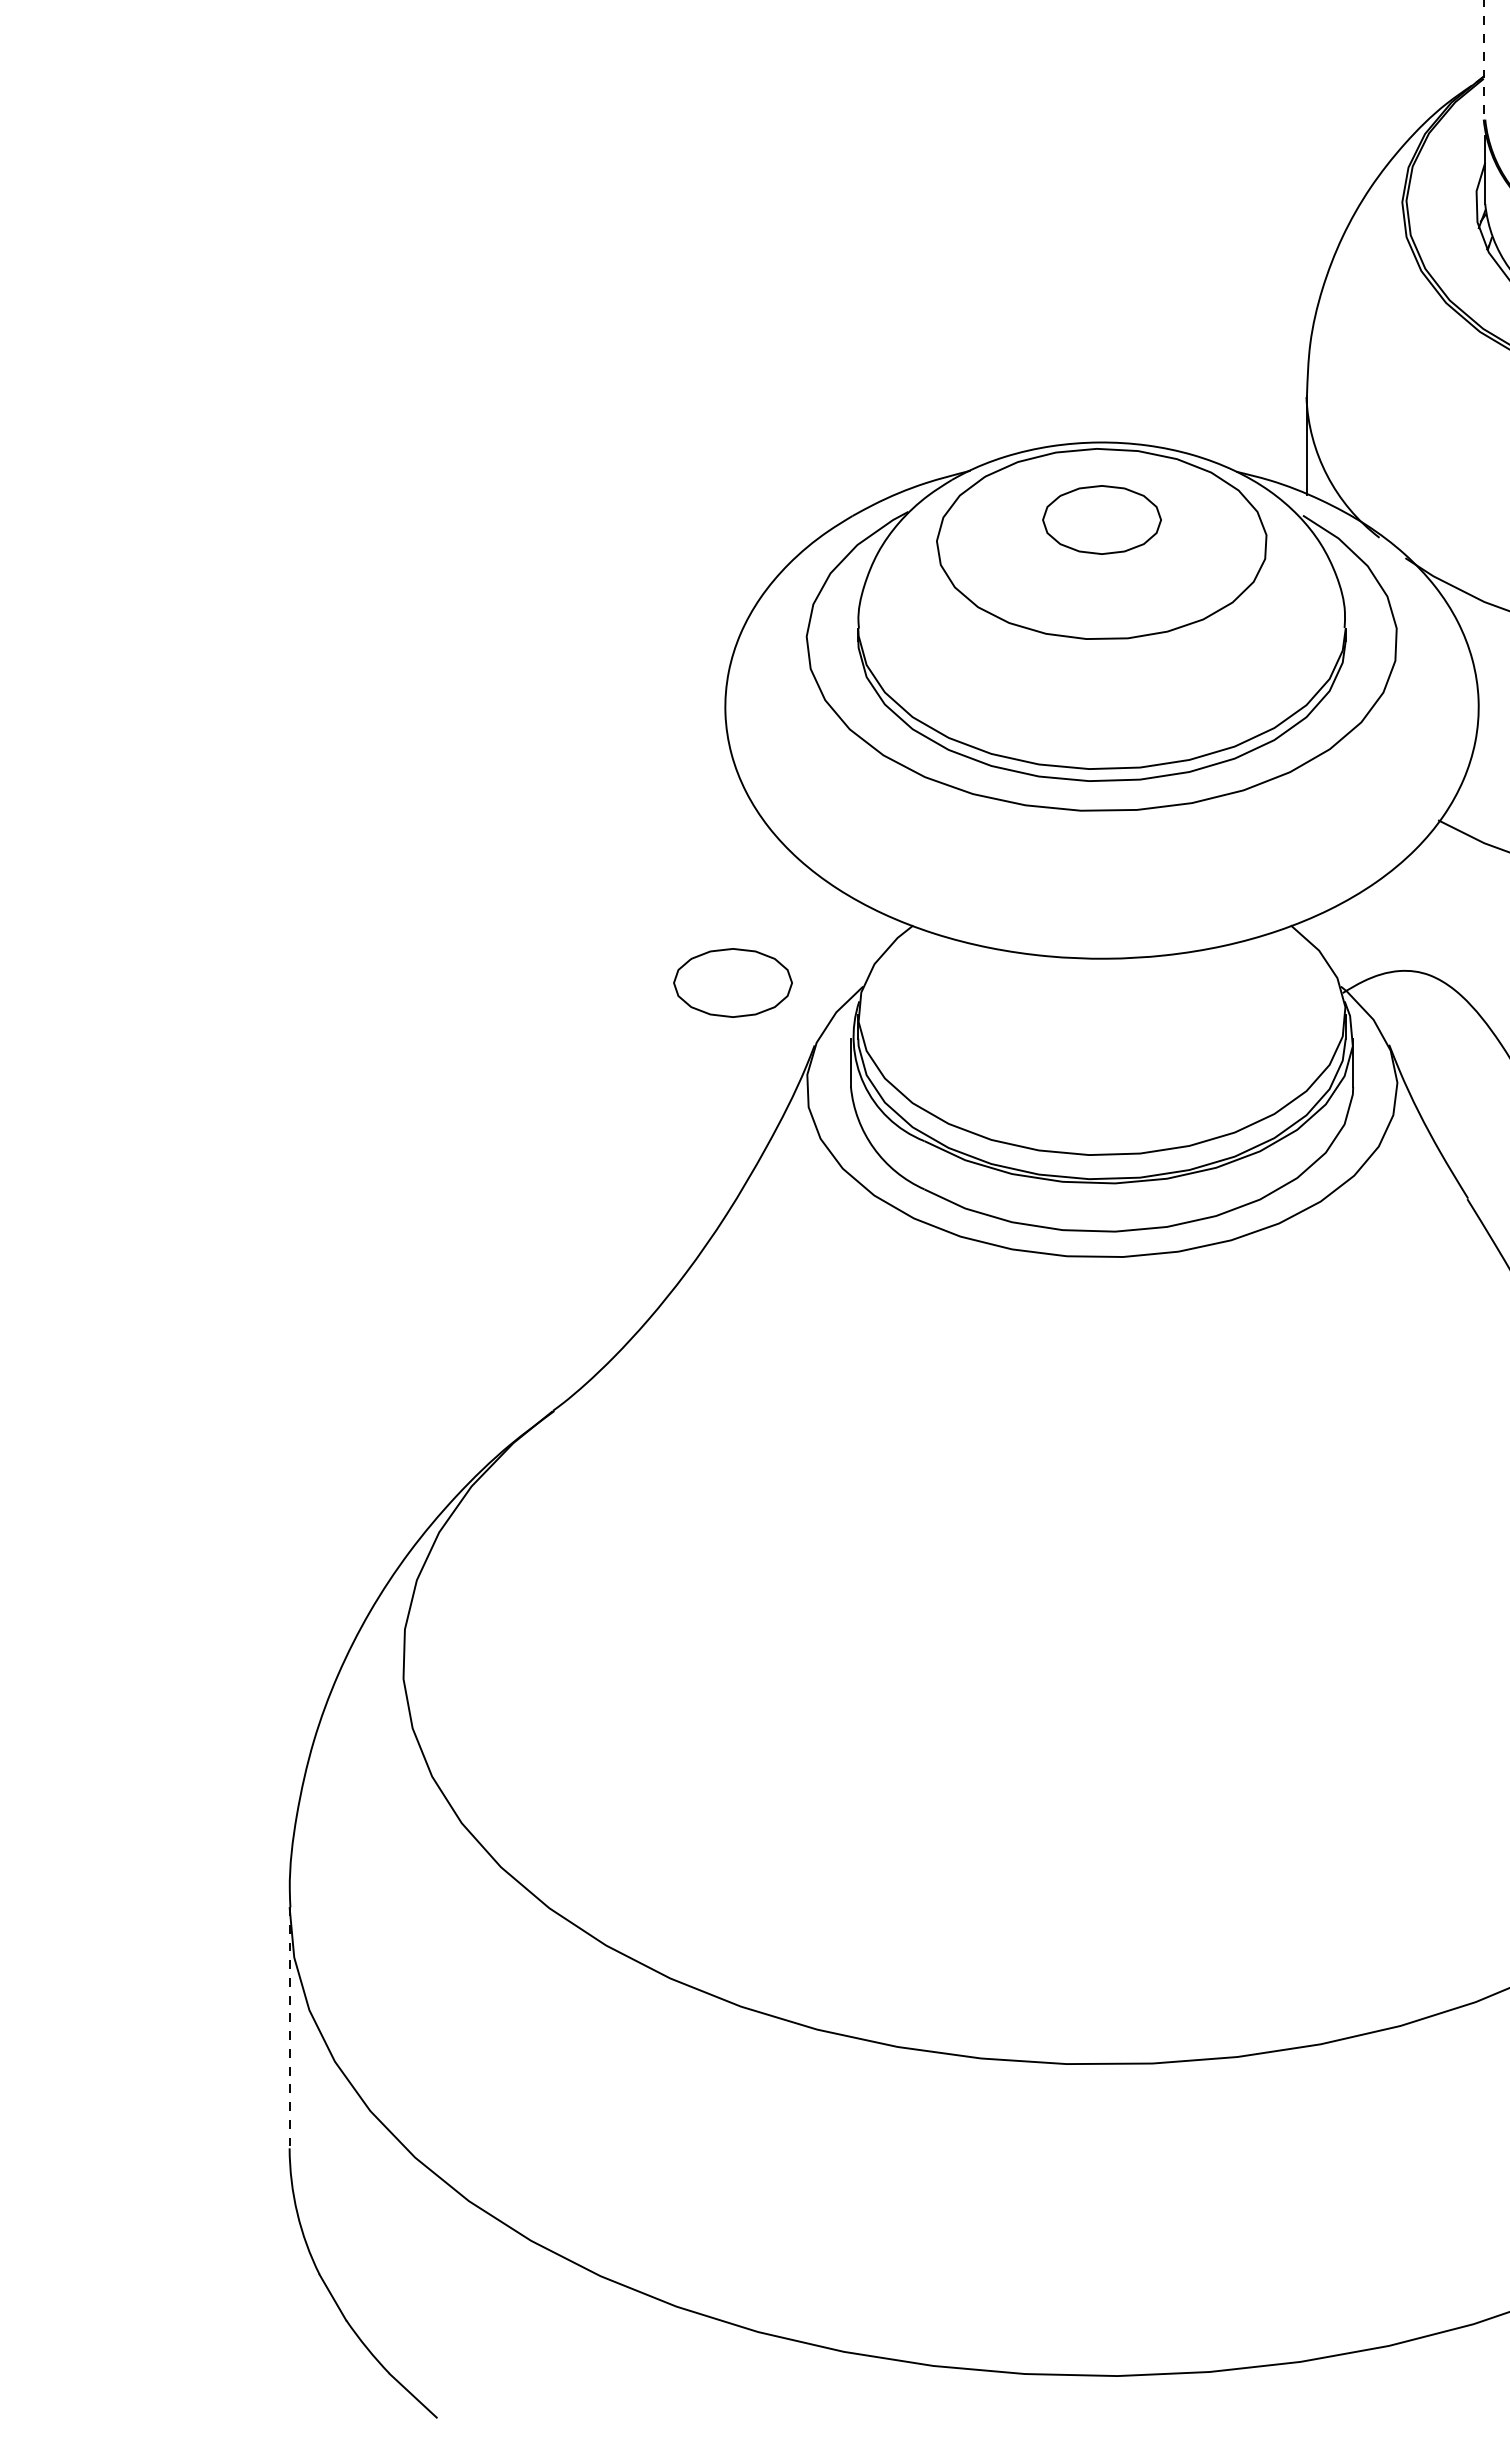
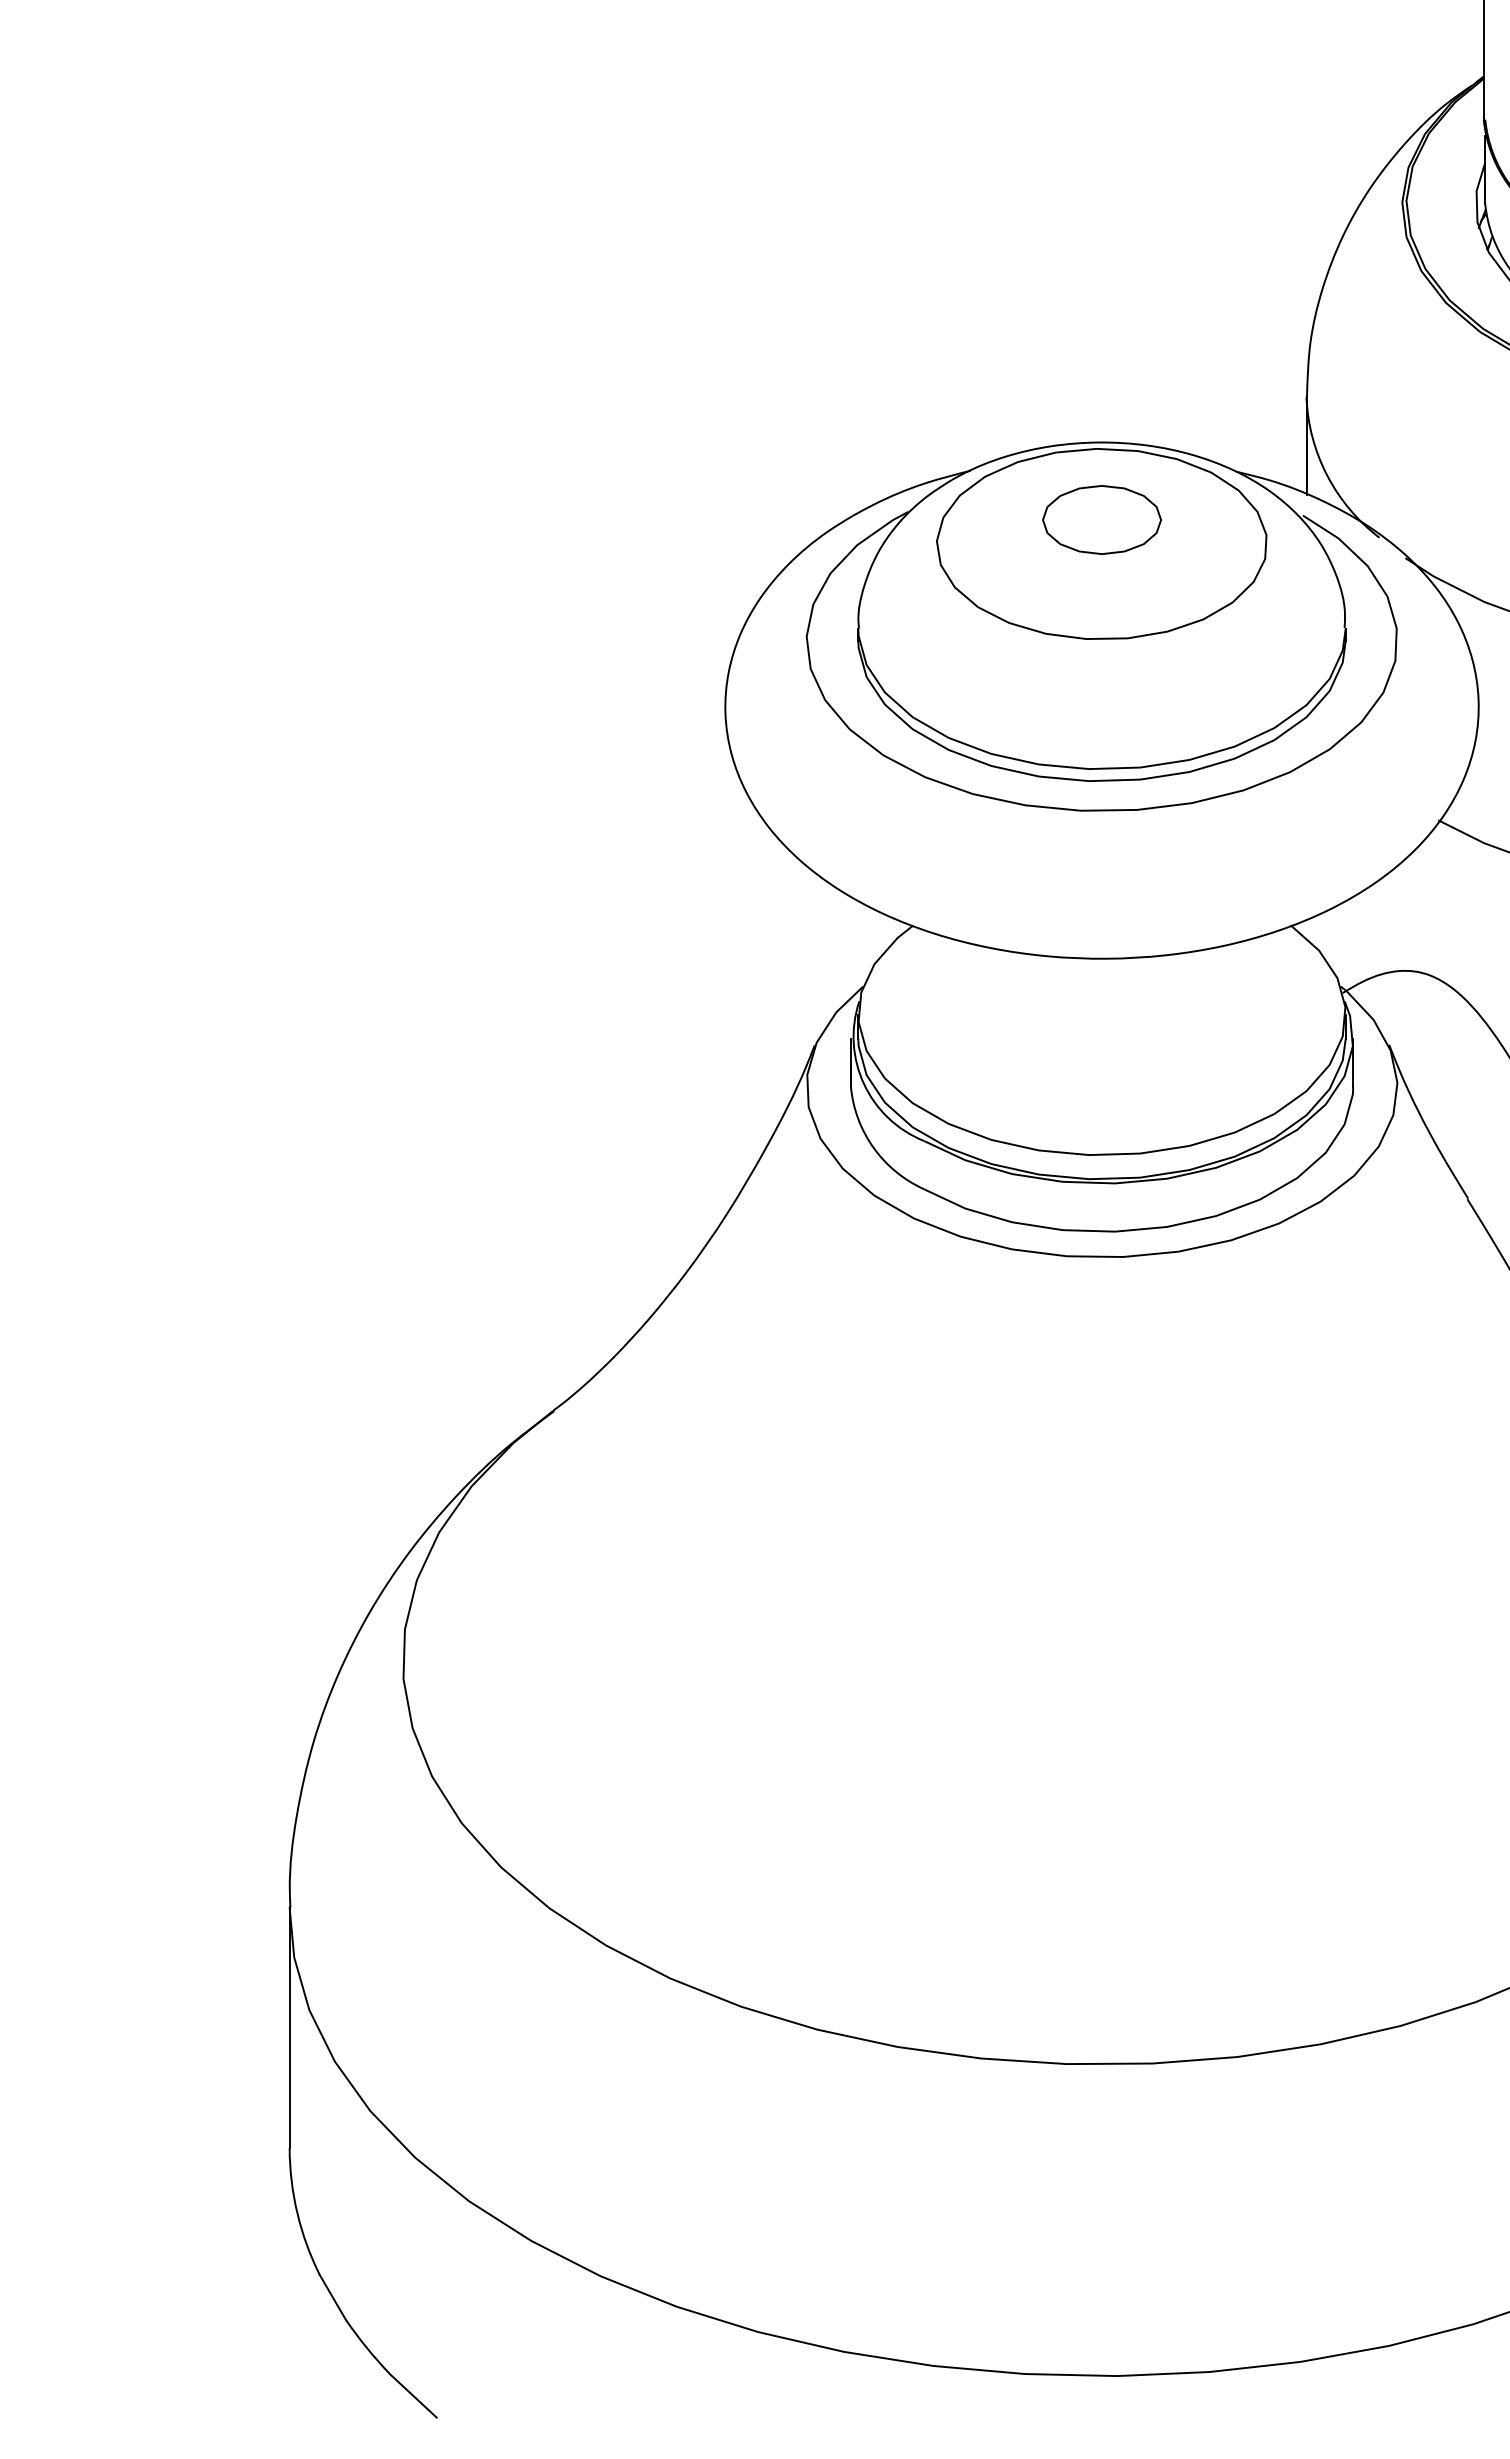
line at (1483, 60): dashed -> solid
part at (732, 982): present -> none
line at (289, 2027): dashed -> solid
